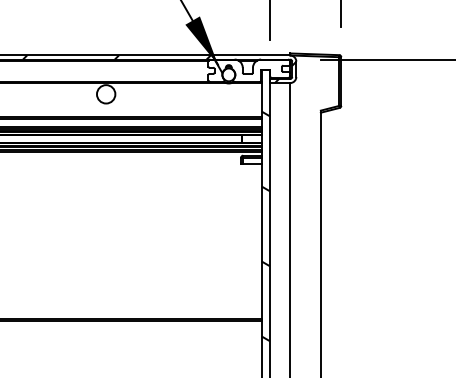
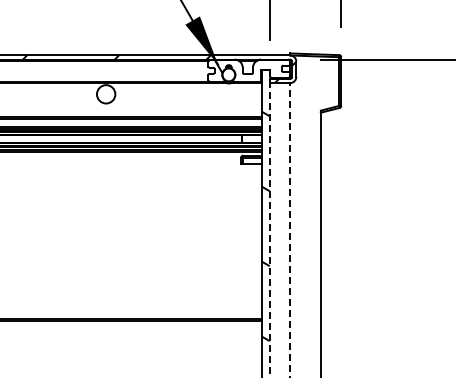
line at (269, 224): solid -> dashed
line at (290, 230): solid -> dashed
